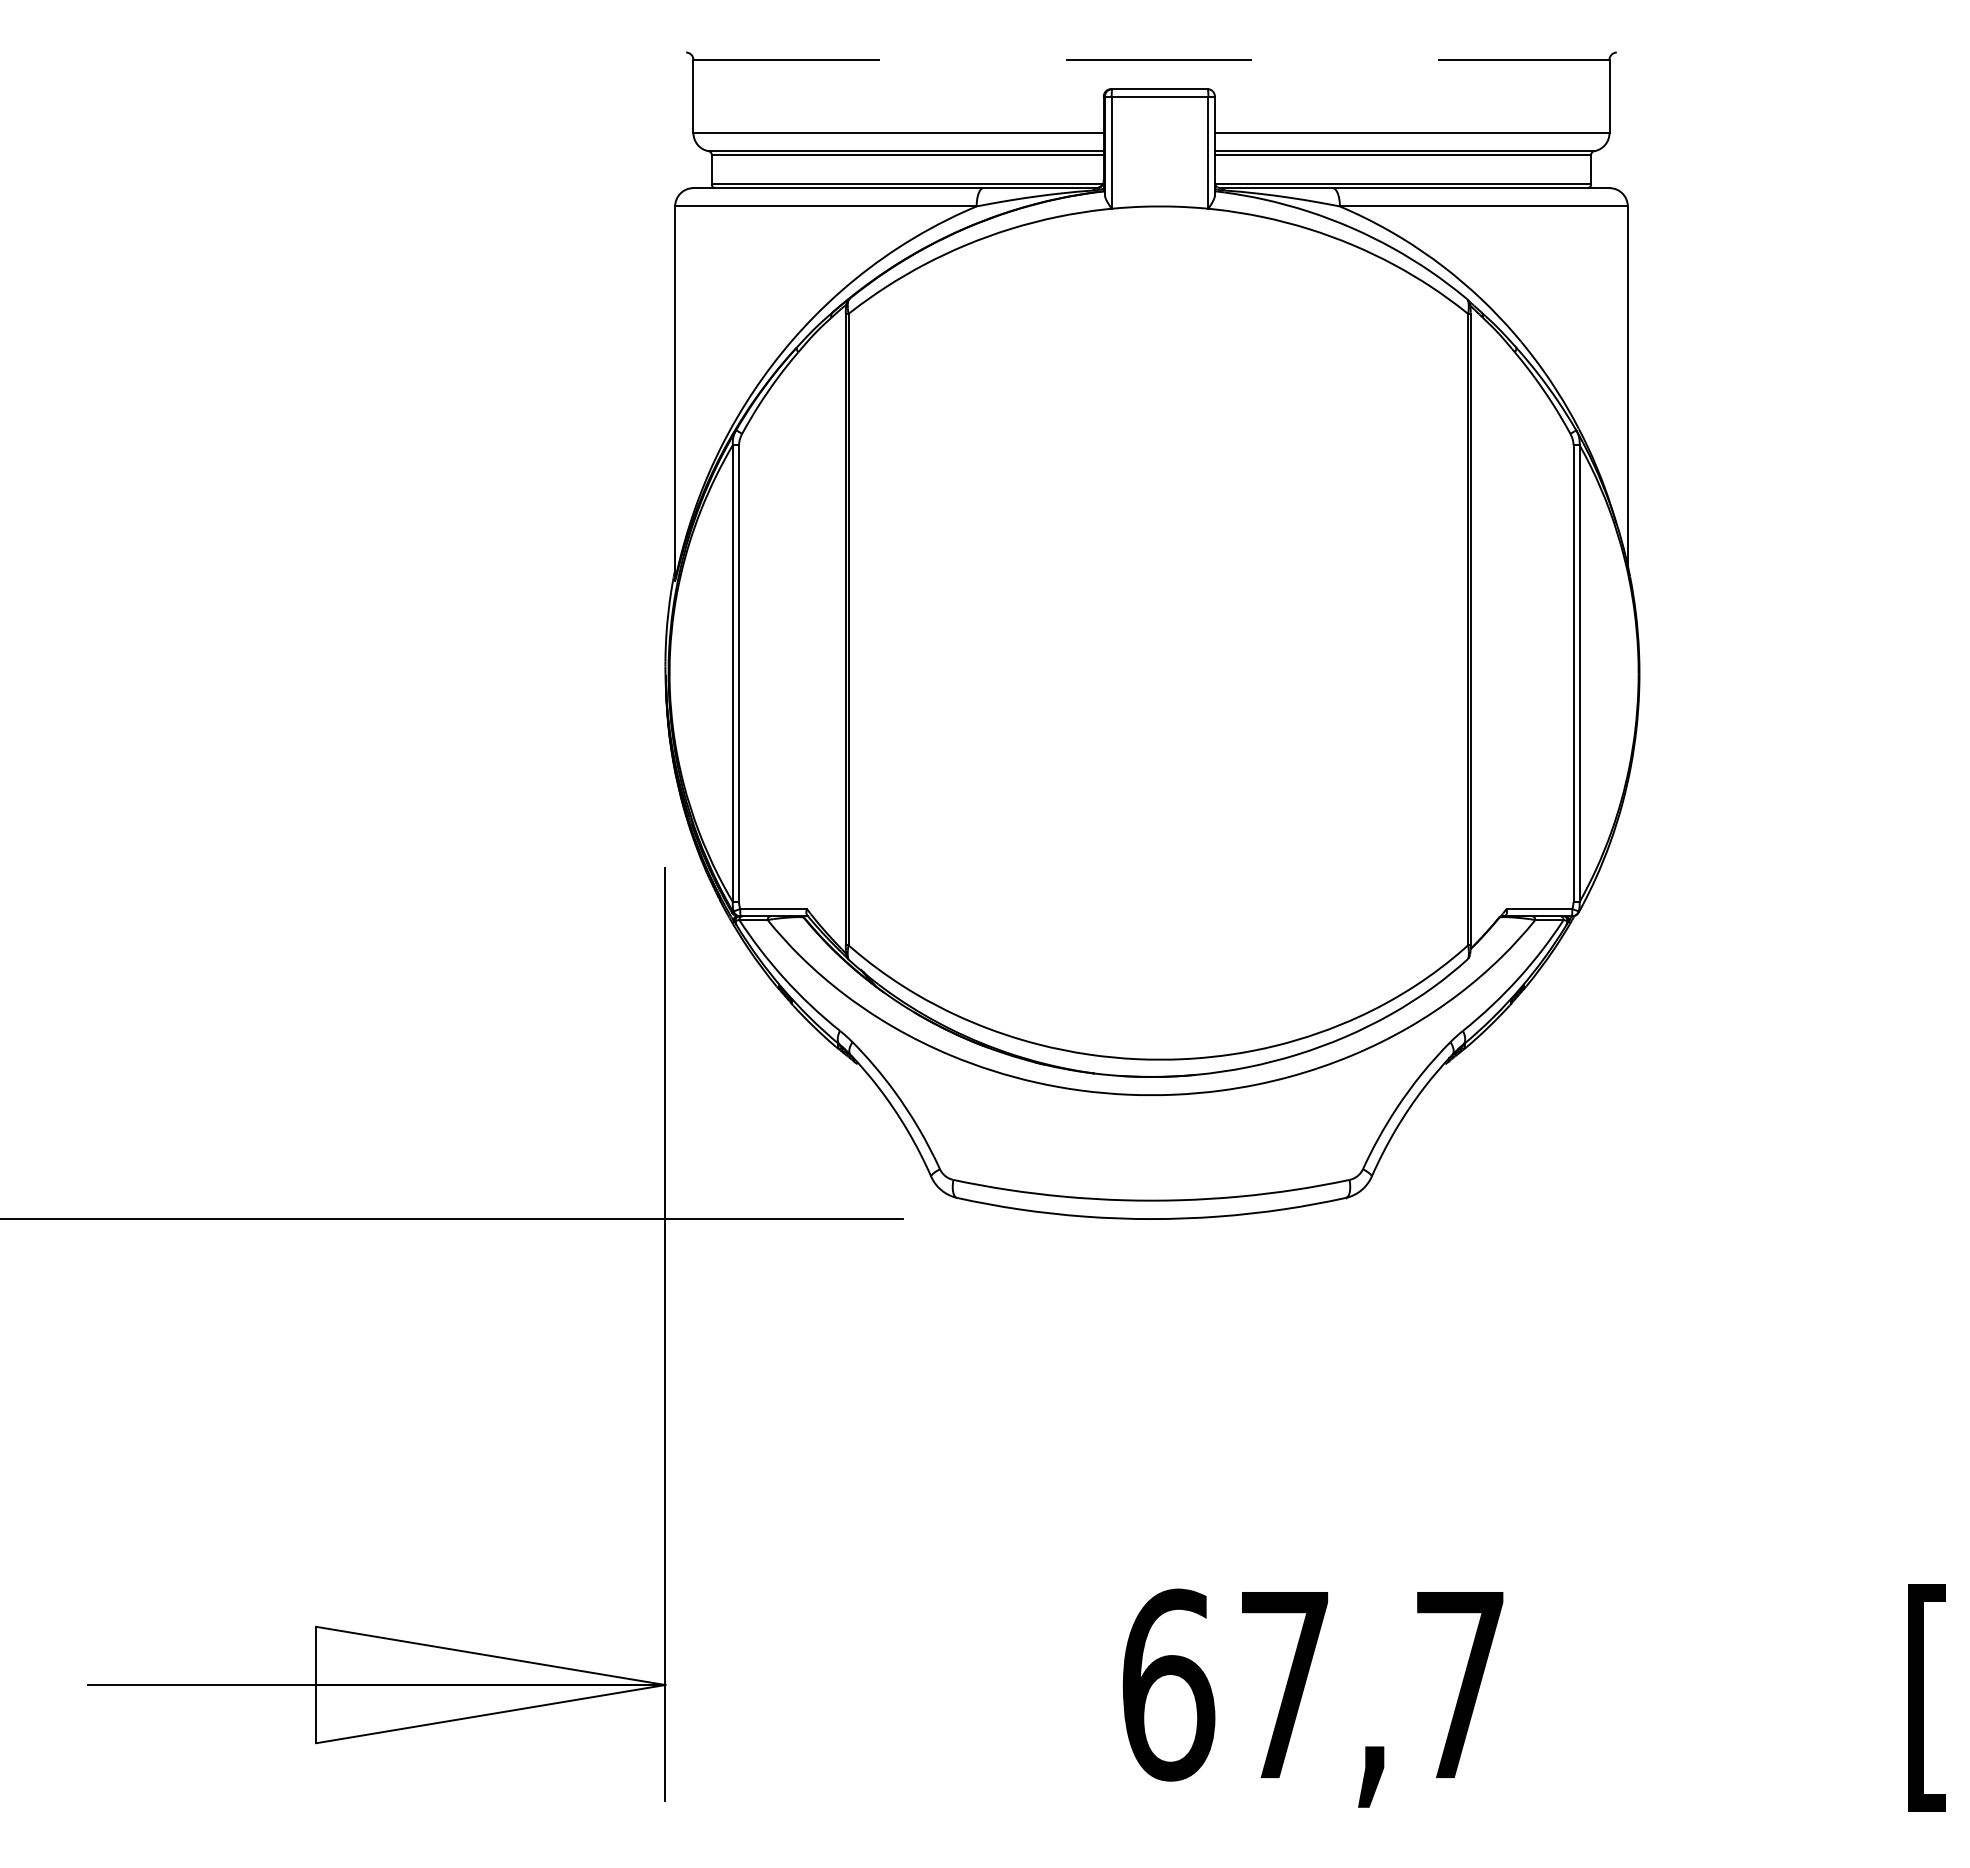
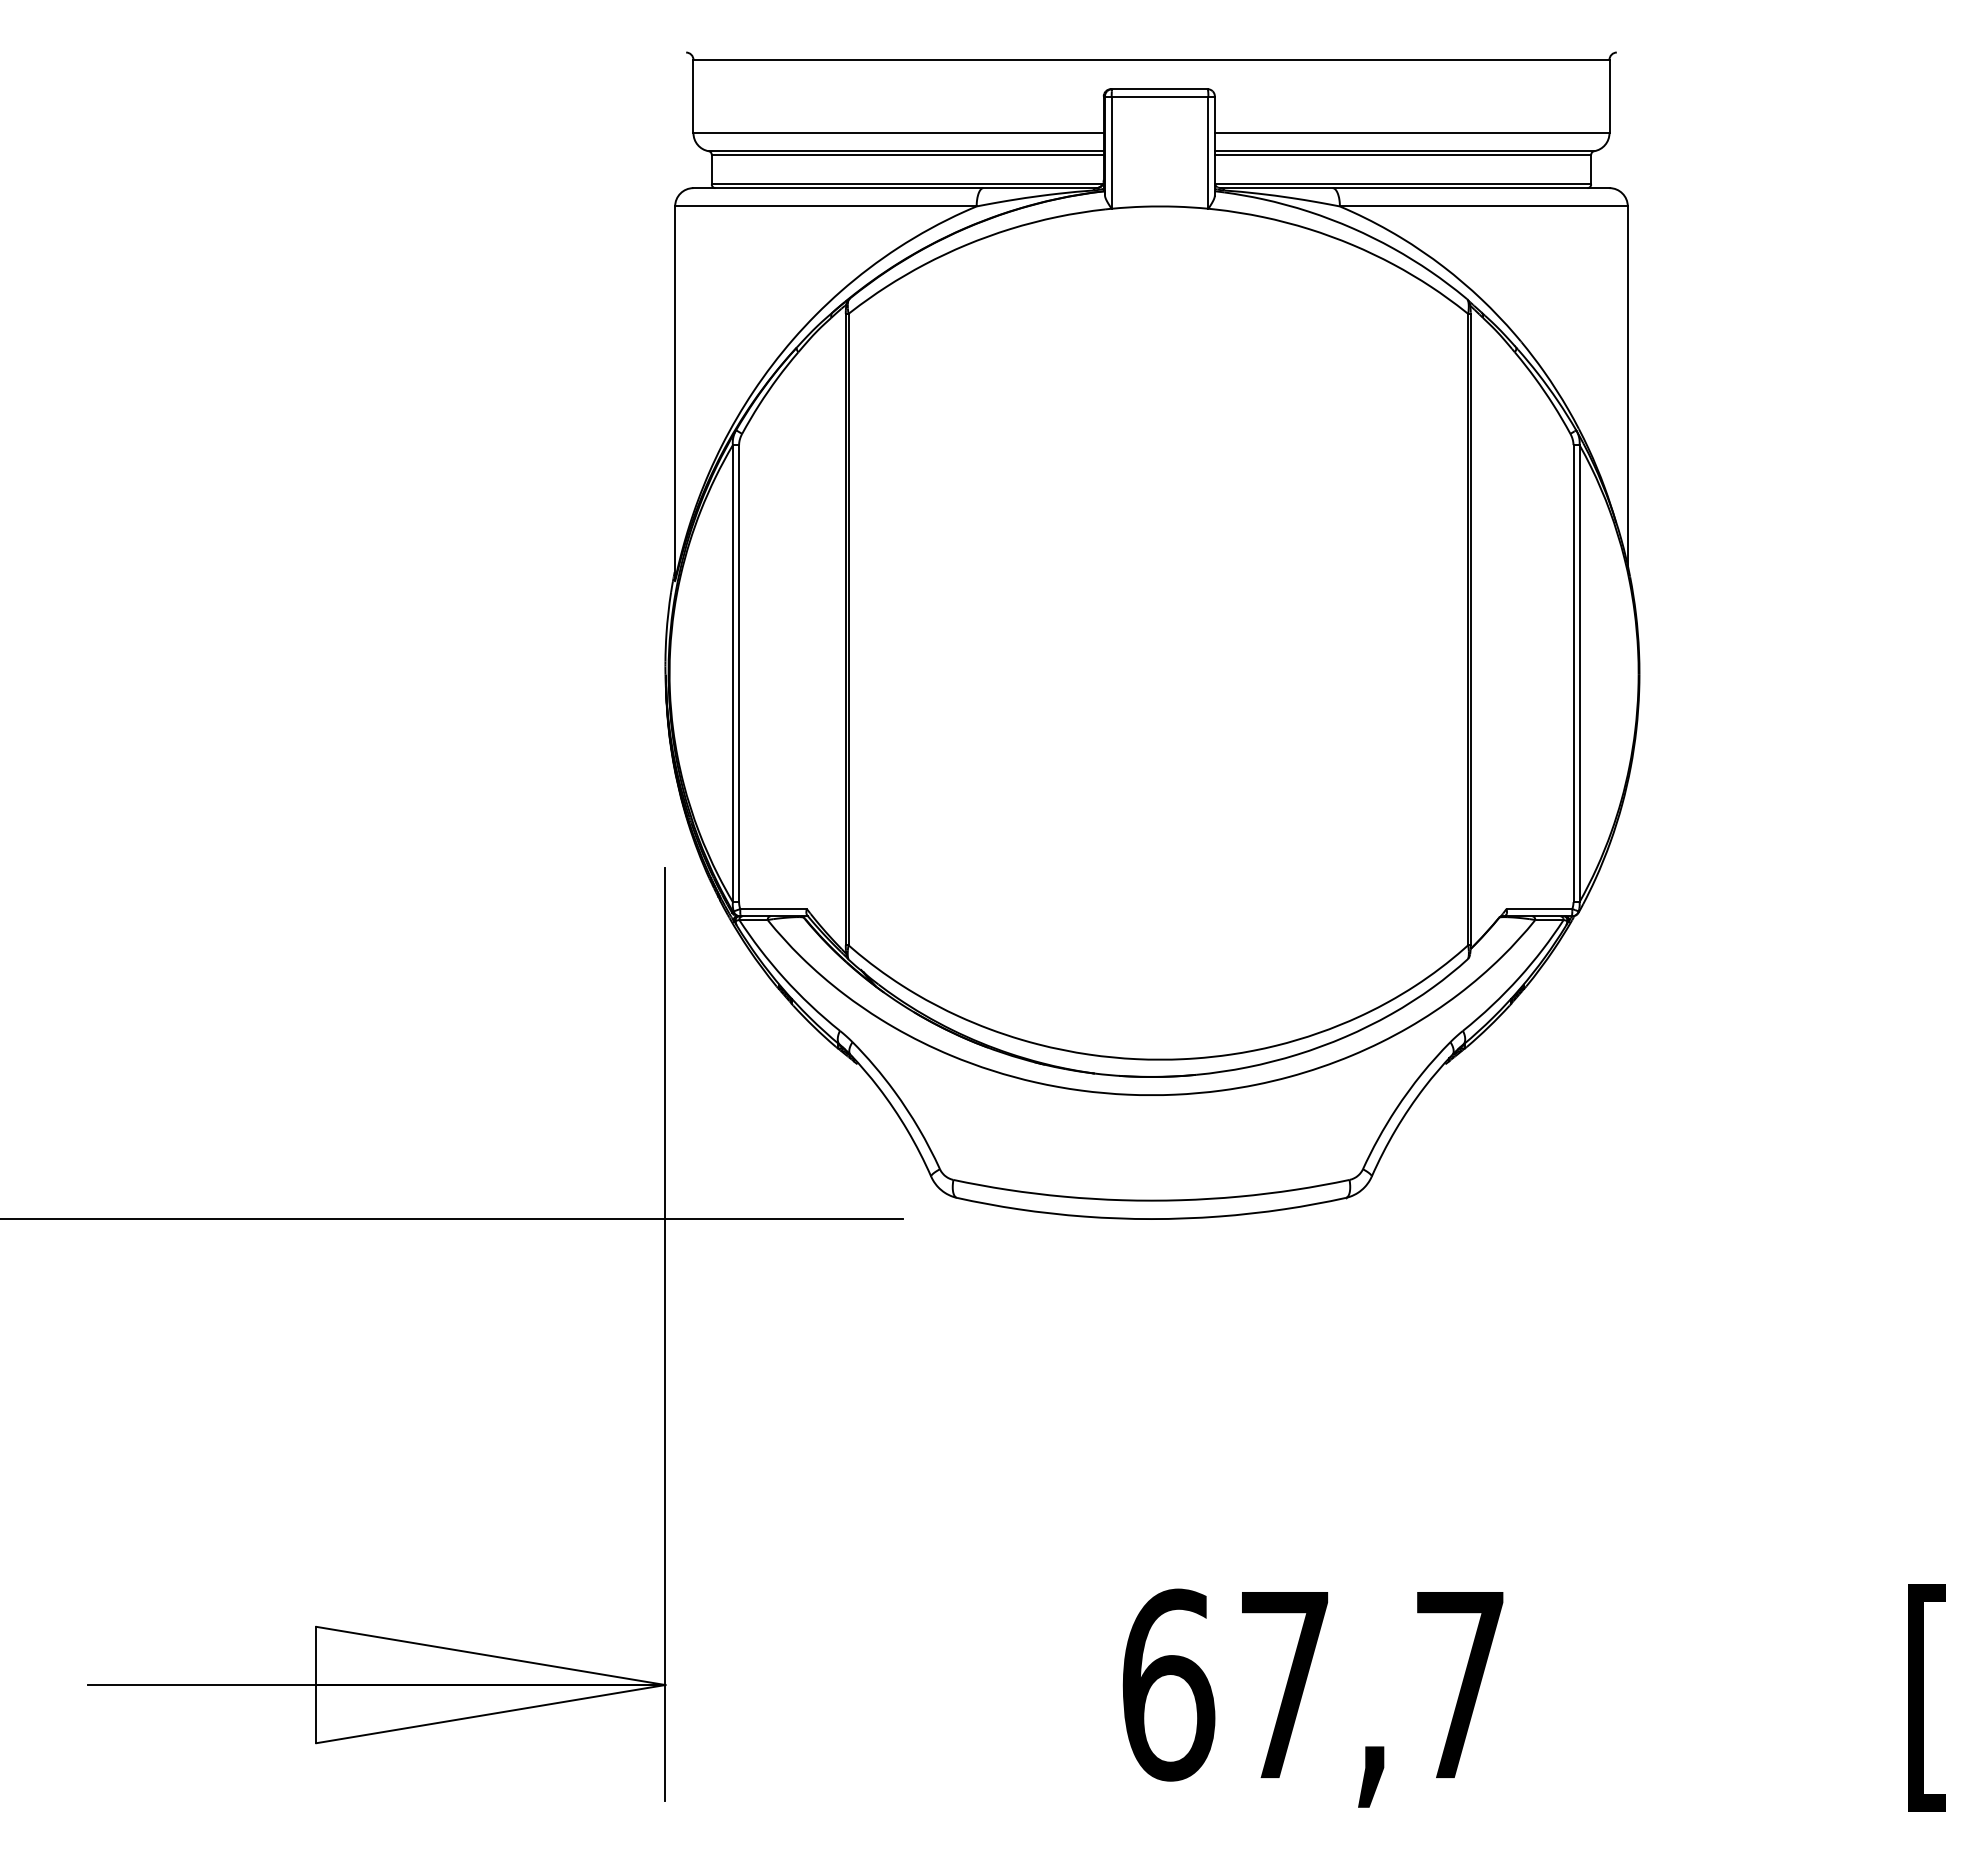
line at (1151, 59): dashed -> solid
